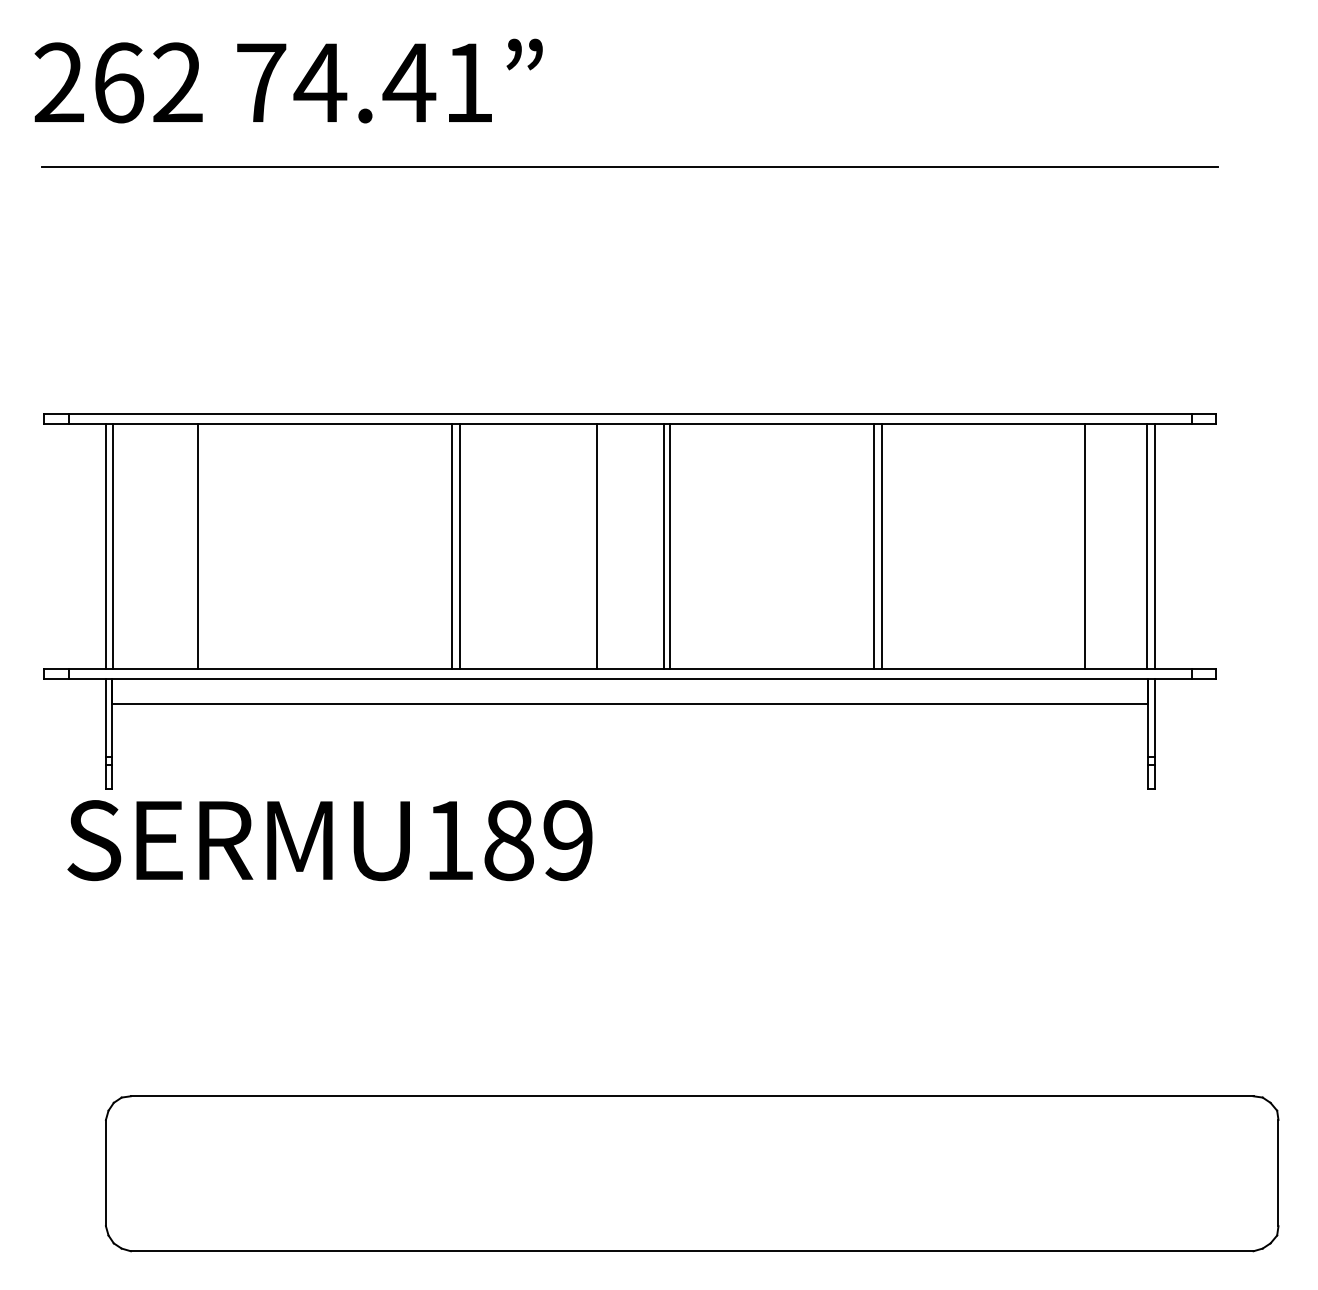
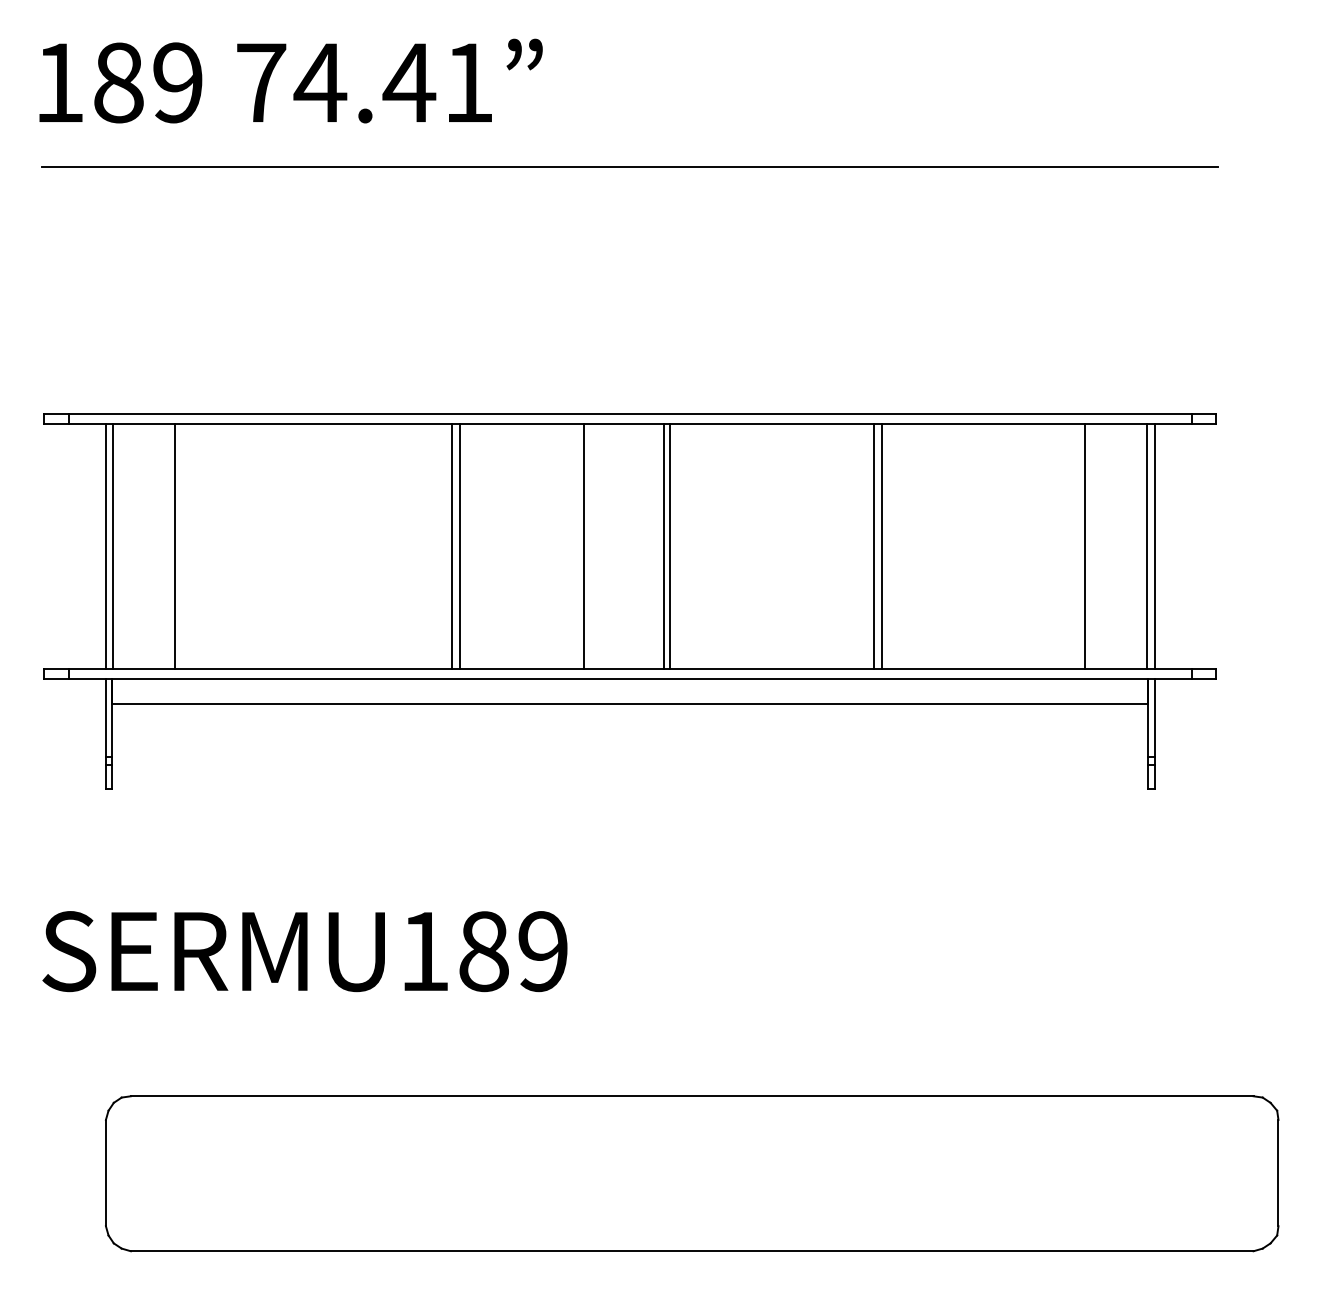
text at (118, 82): 262 -> 189
line at (198, 546) position: (198, 546) -> (175, 546)
line at (596, 546) position: (596, 546) -> (583, 546)
text at (329, 840) position: (329, 840) -> (304, 951)
